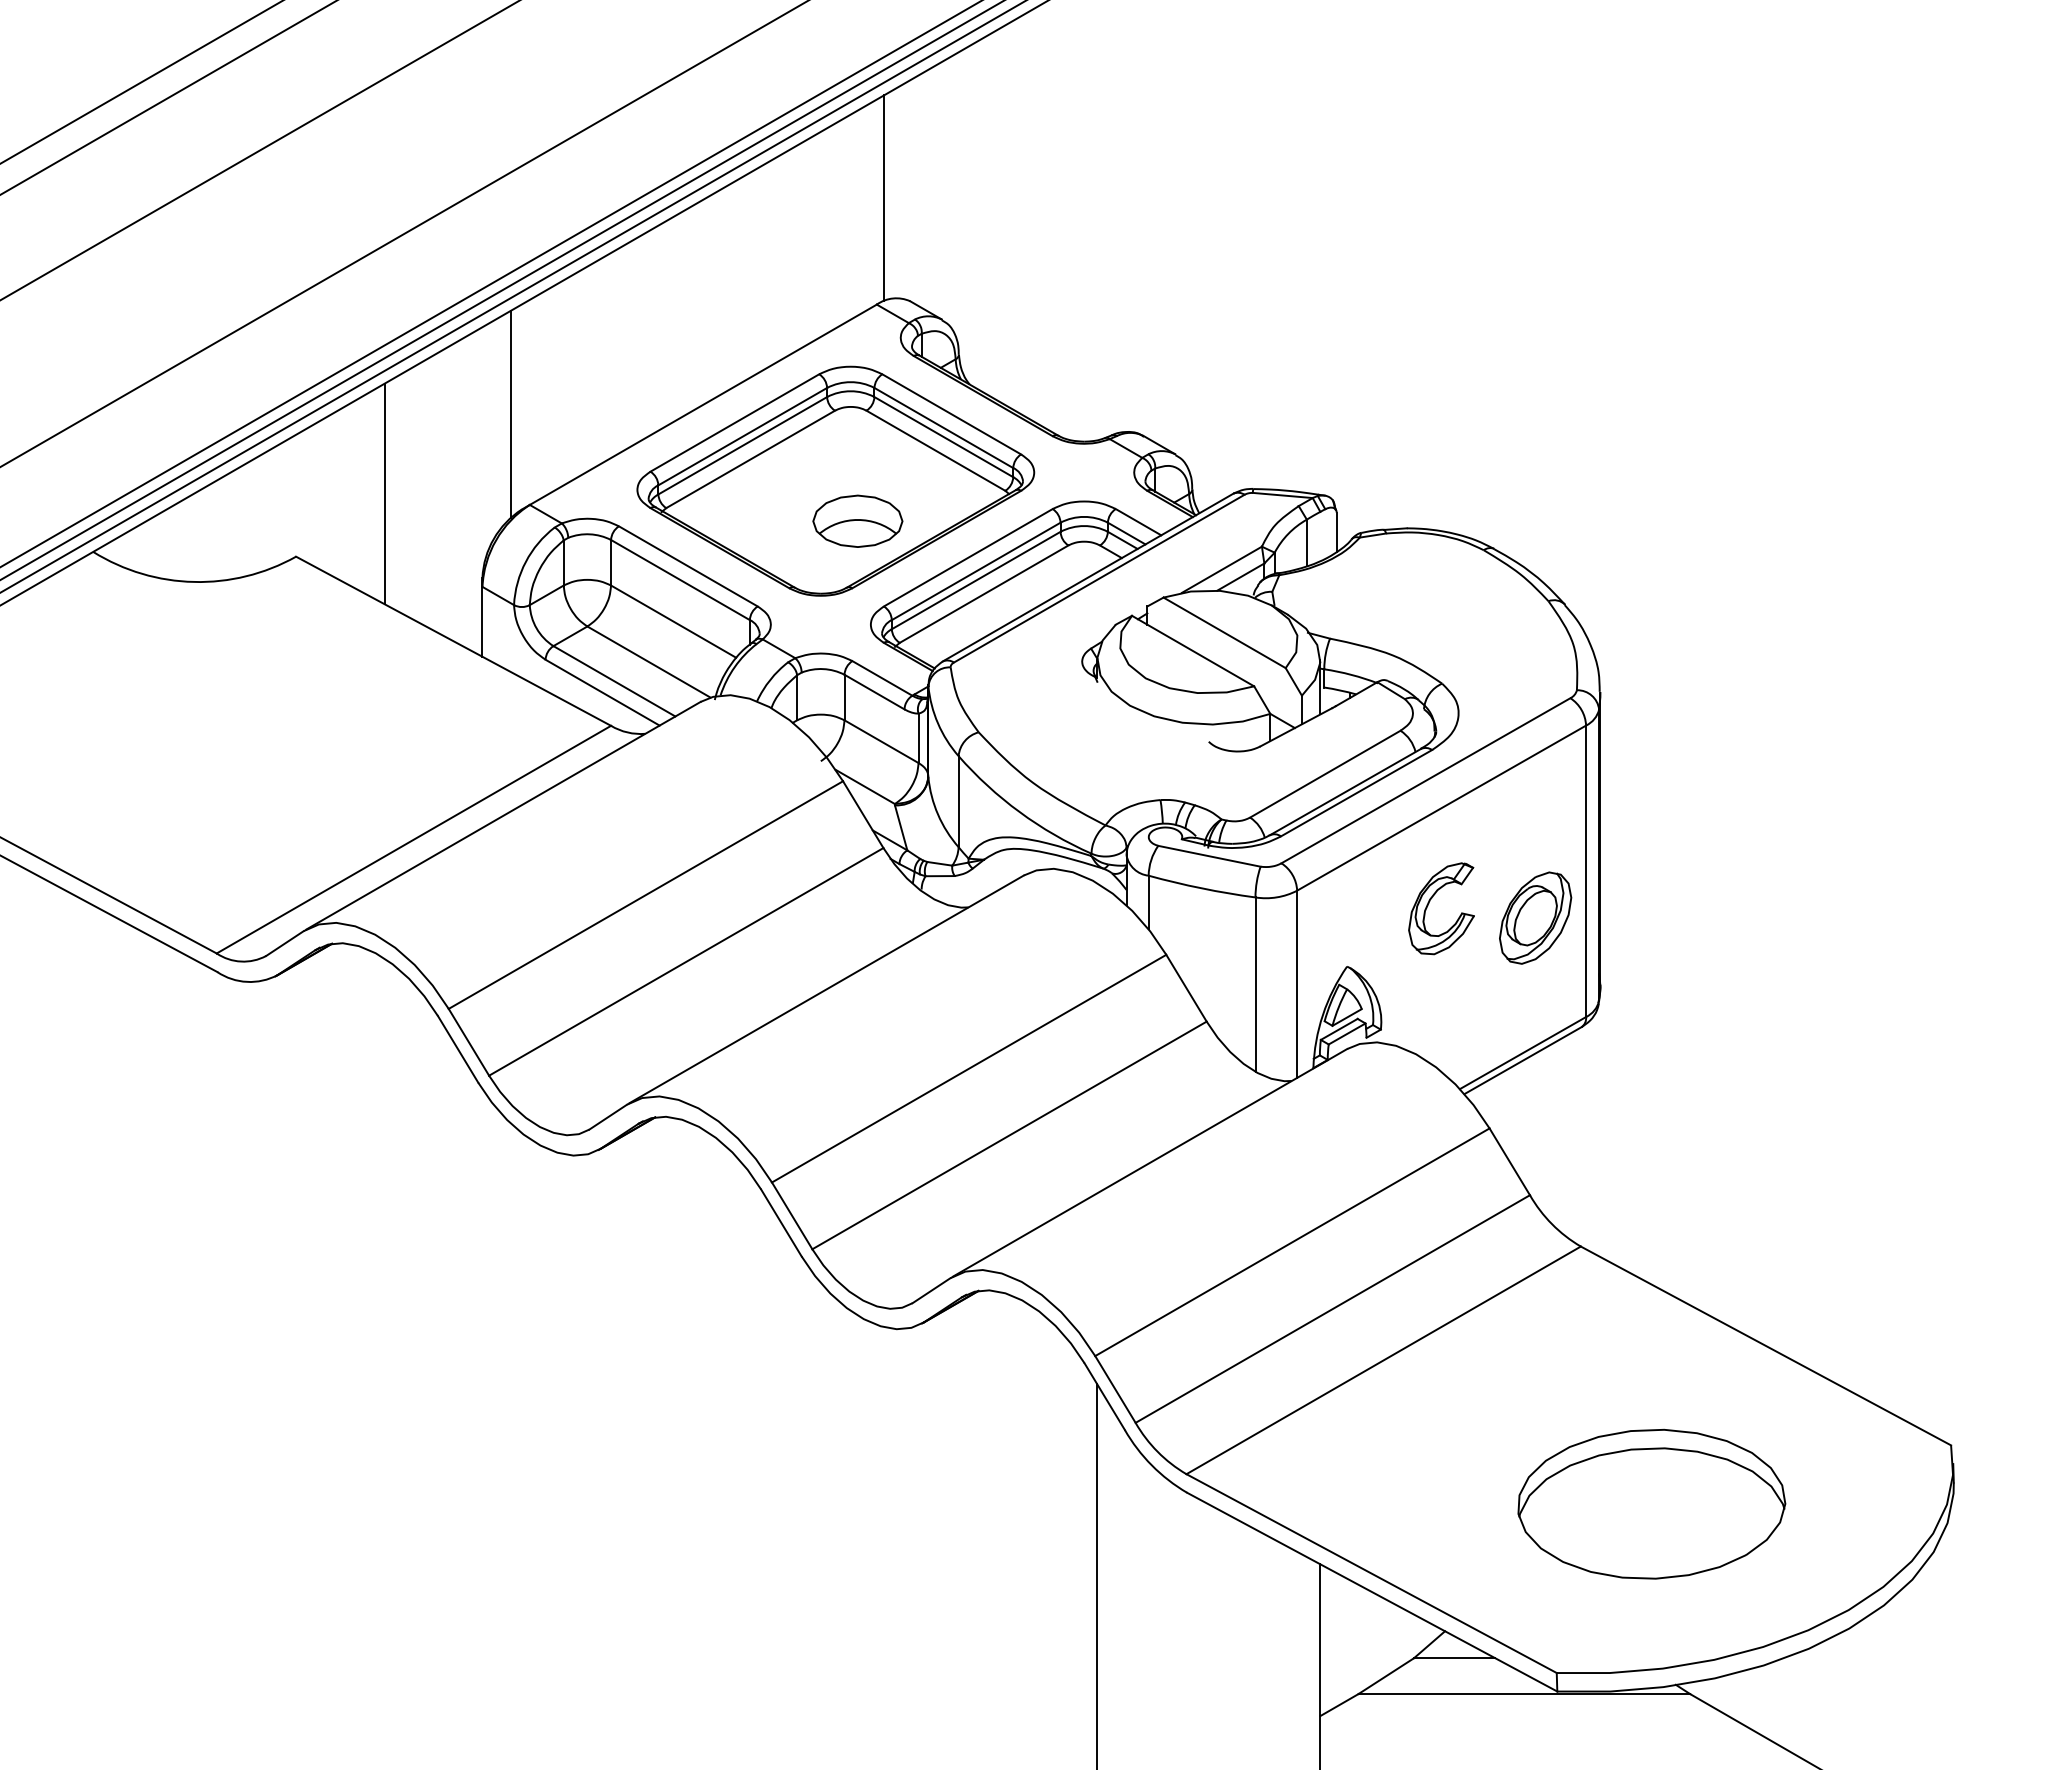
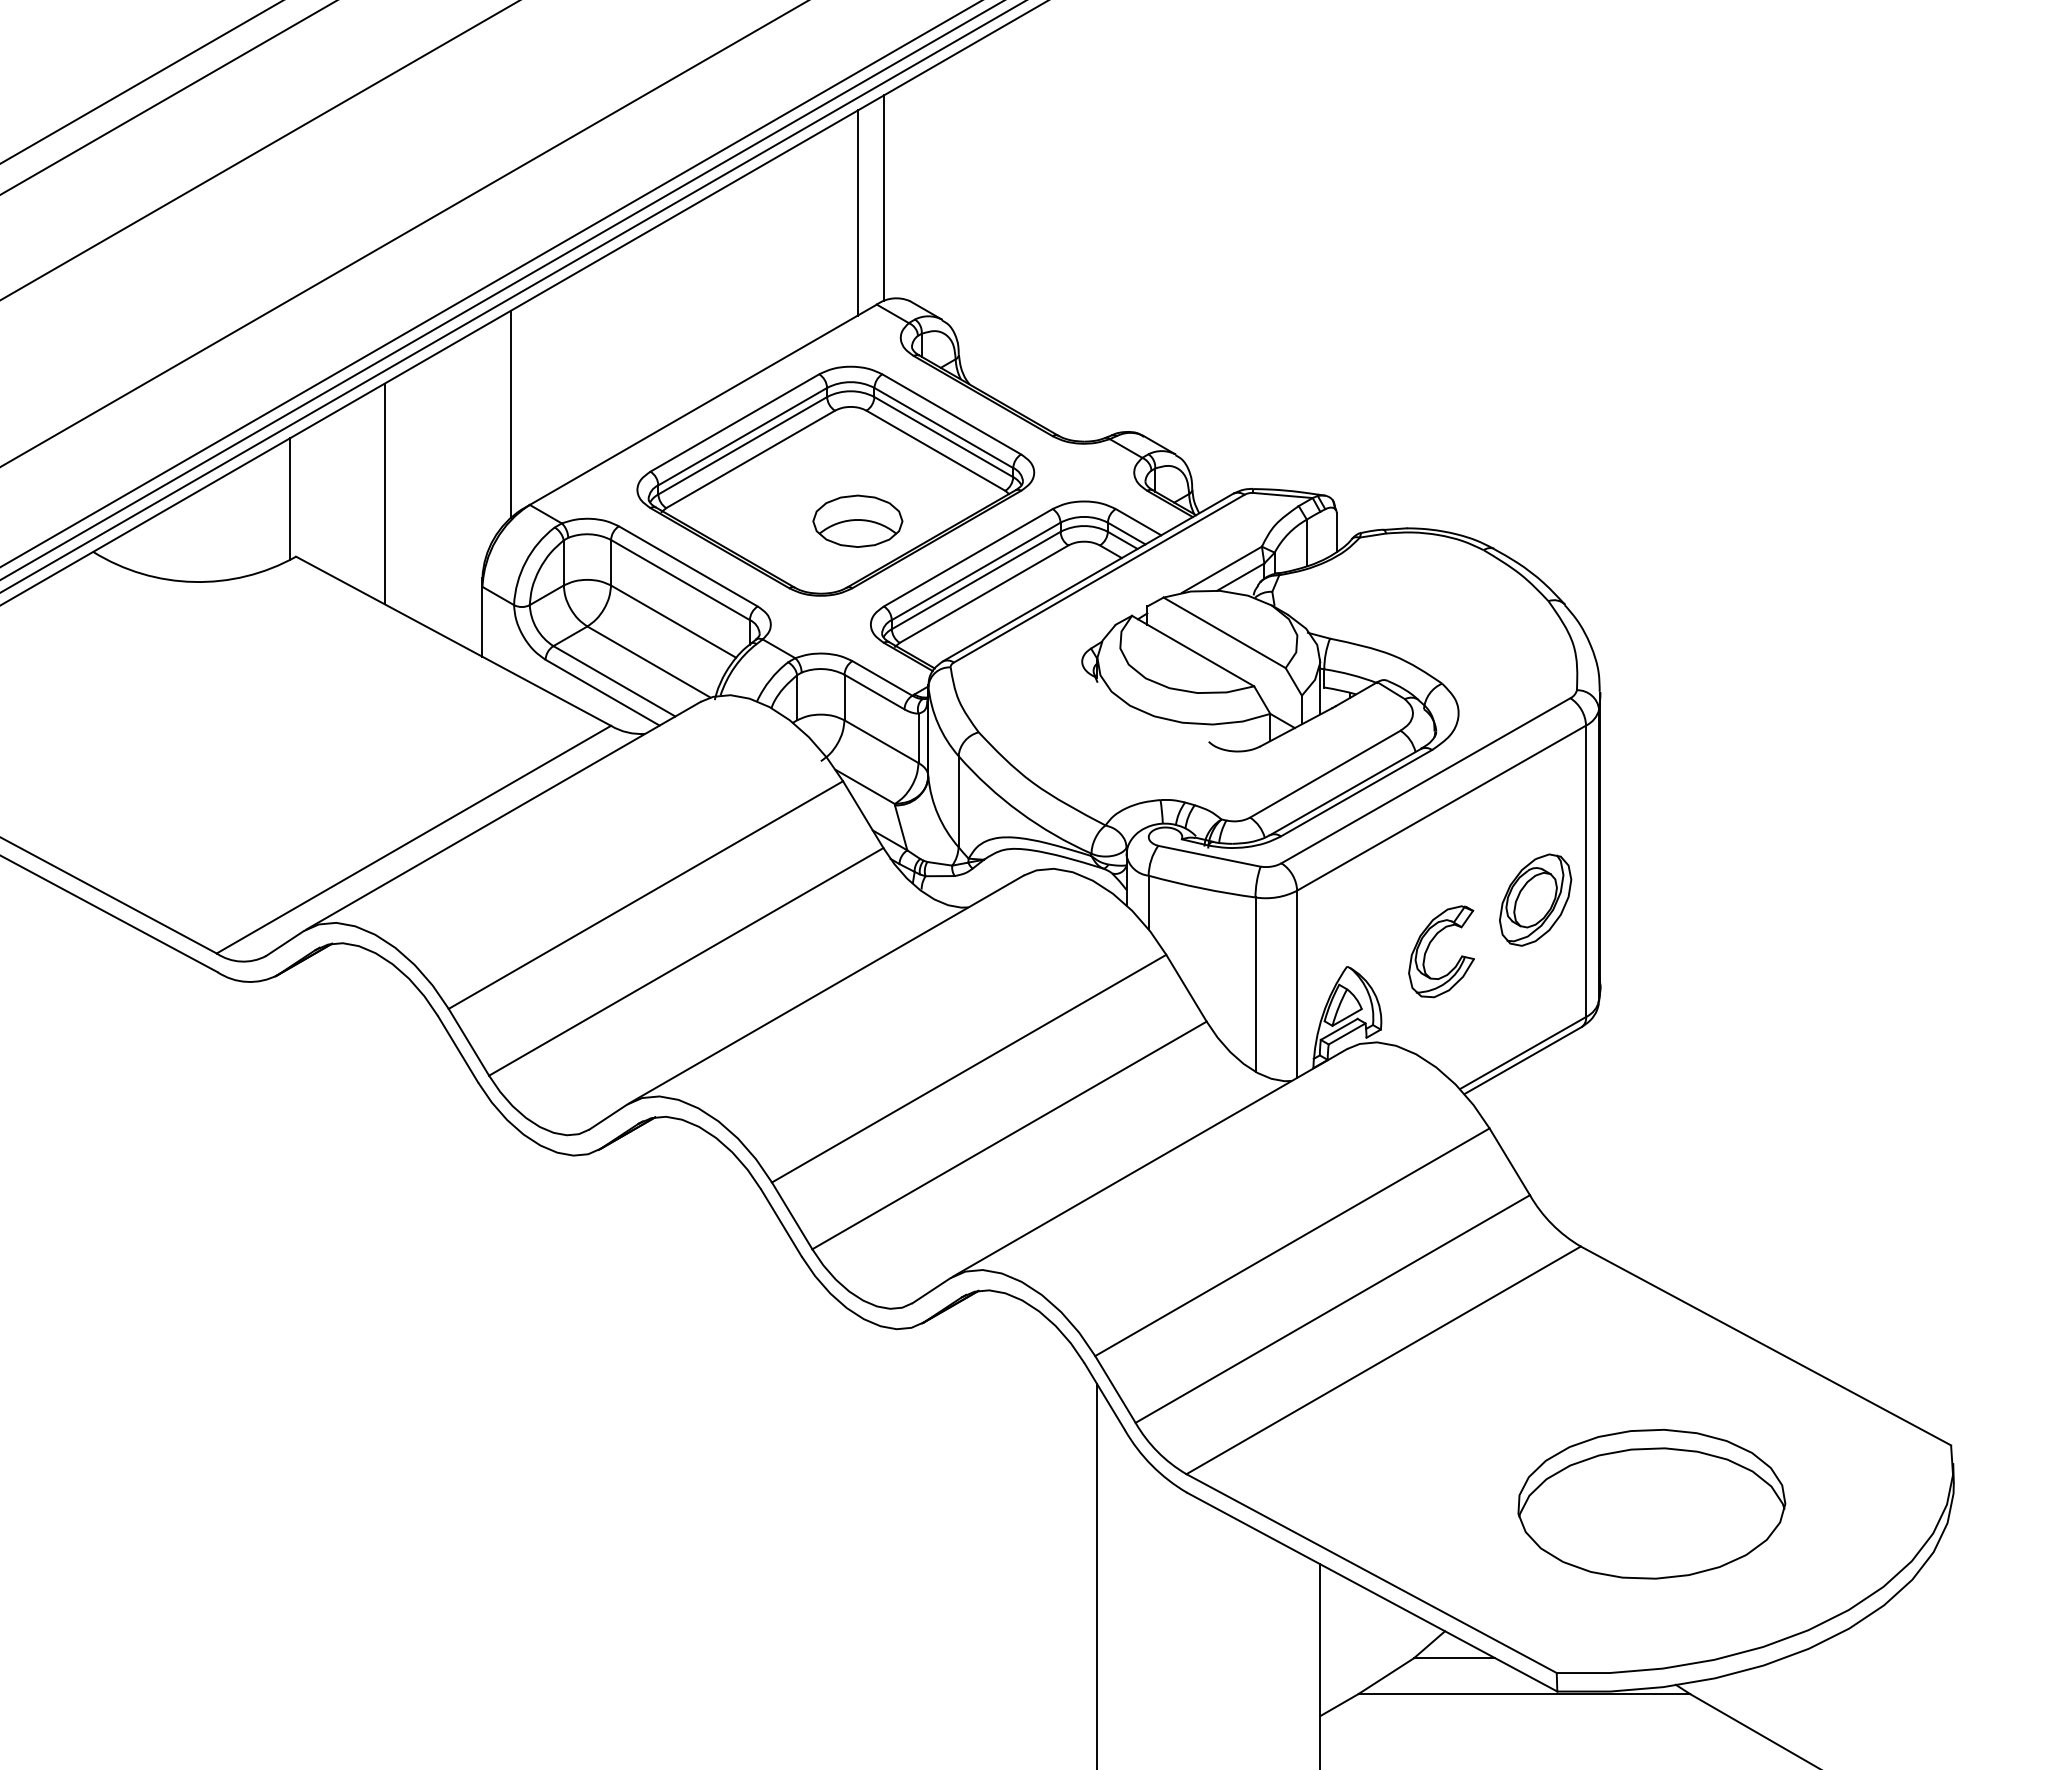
line at (857, 212): none -> present
line at (290, 498): none -> present
part at (1429, 903) position: (1429, 903) -> (1429, 946)
part at (1535, 917) position: (1535, 917) -> (1535, 899)
